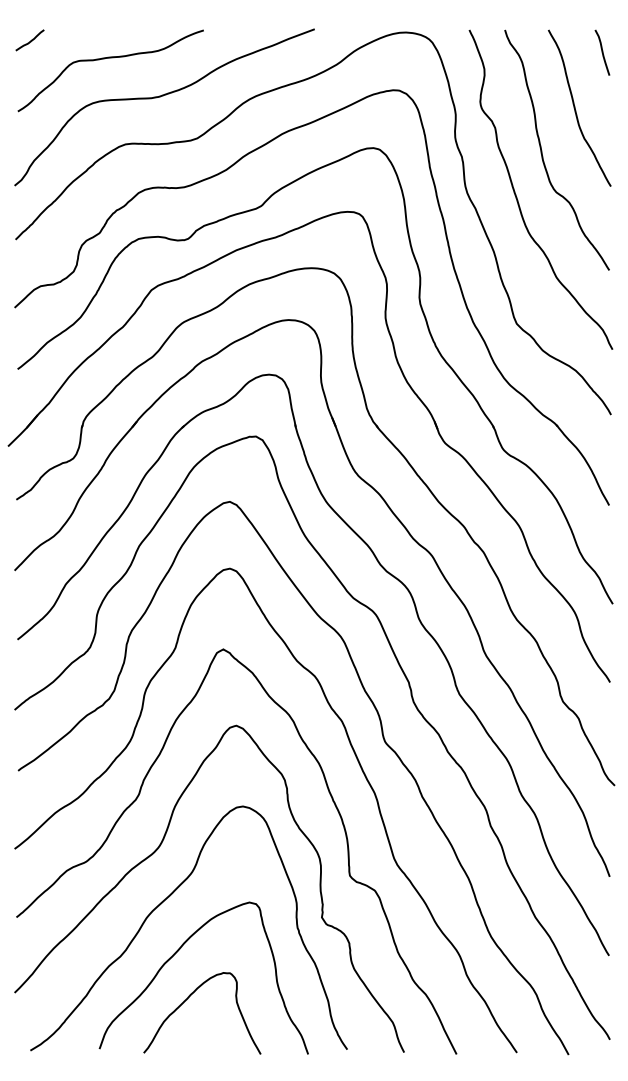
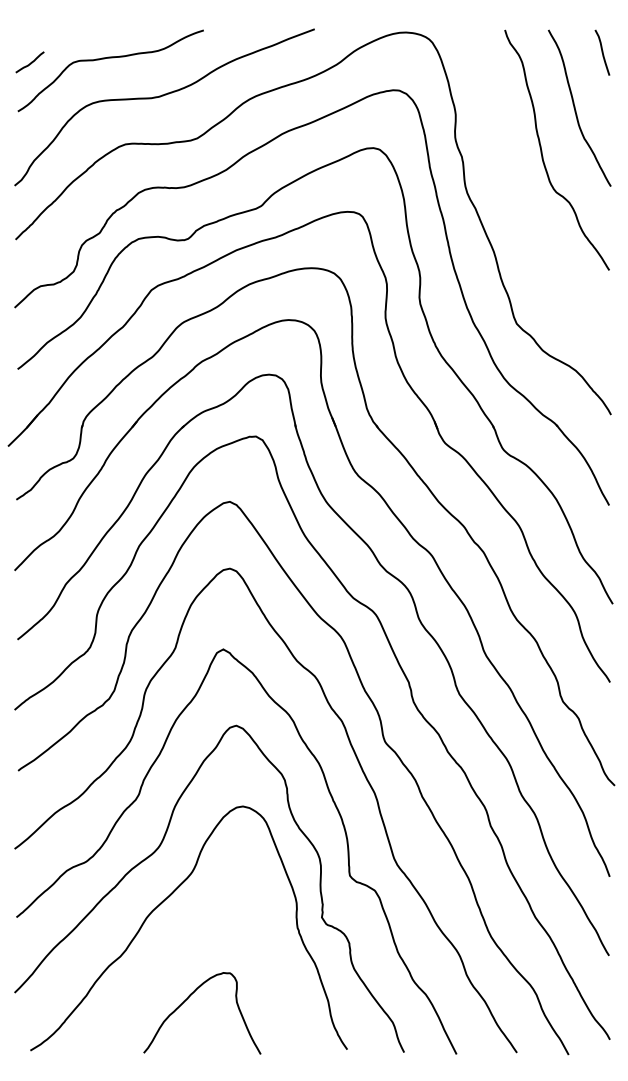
curve at (30, 40) position: (30, 40) -> (30, 62)
curve at (517, 197): present -> none
curve at (178, 951): present -> none
